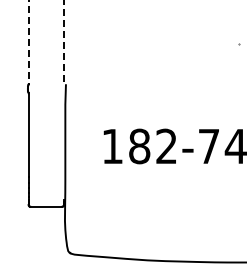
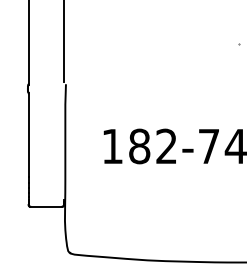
line at (64, 41): dashed -> solid
line at (28, 42): dashed -> solid
